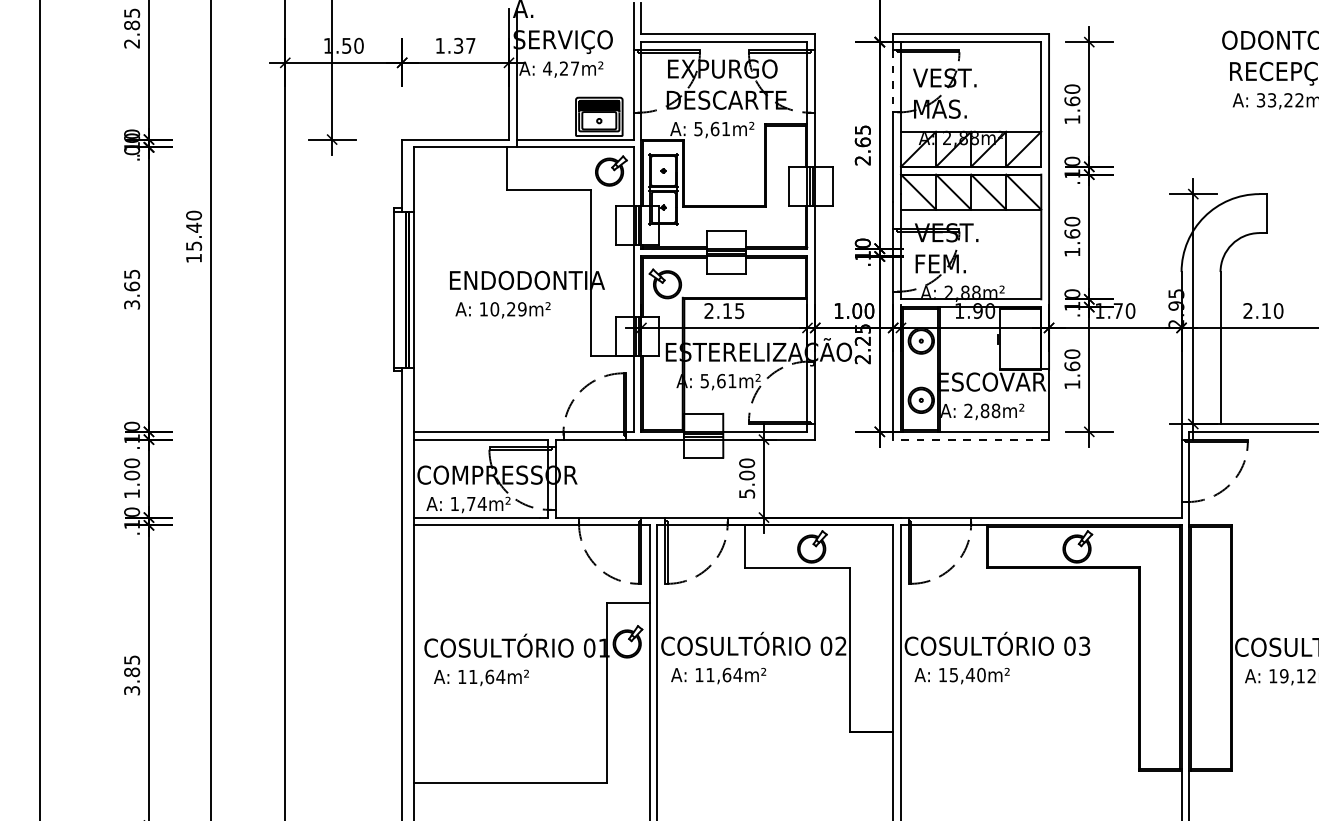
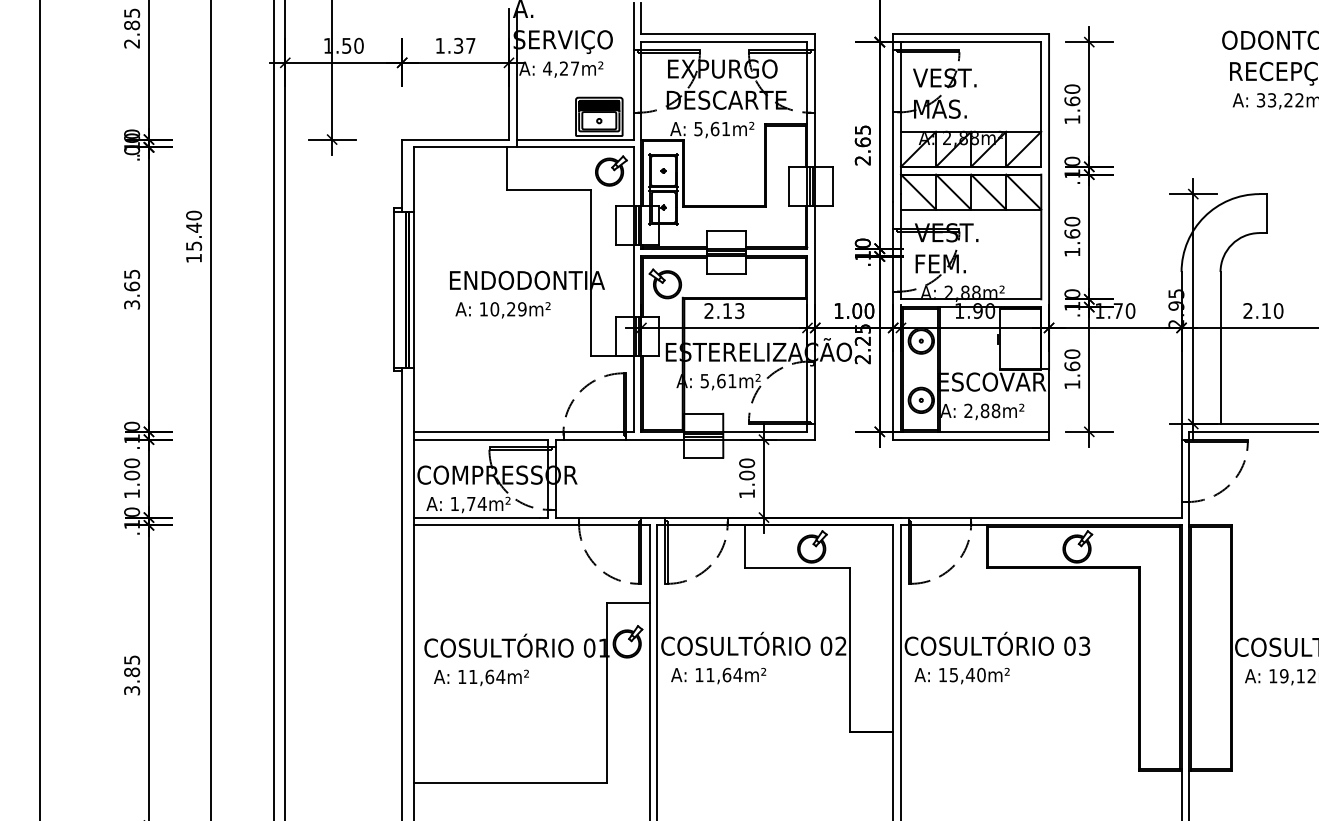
line at (893, 81): dashed -> solid
text at (739, 310): 2.15 -> 2.13
line at (273, 409): none -> present
line at (971, 439): dashed -> solid
text at (747, 493): 5.00 -> 1.00
